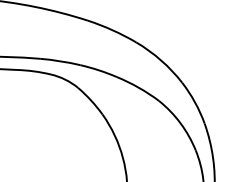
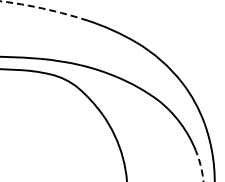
arc at (44, 8): solid -> dashed
arc at (200, 165): solid -> dashed
